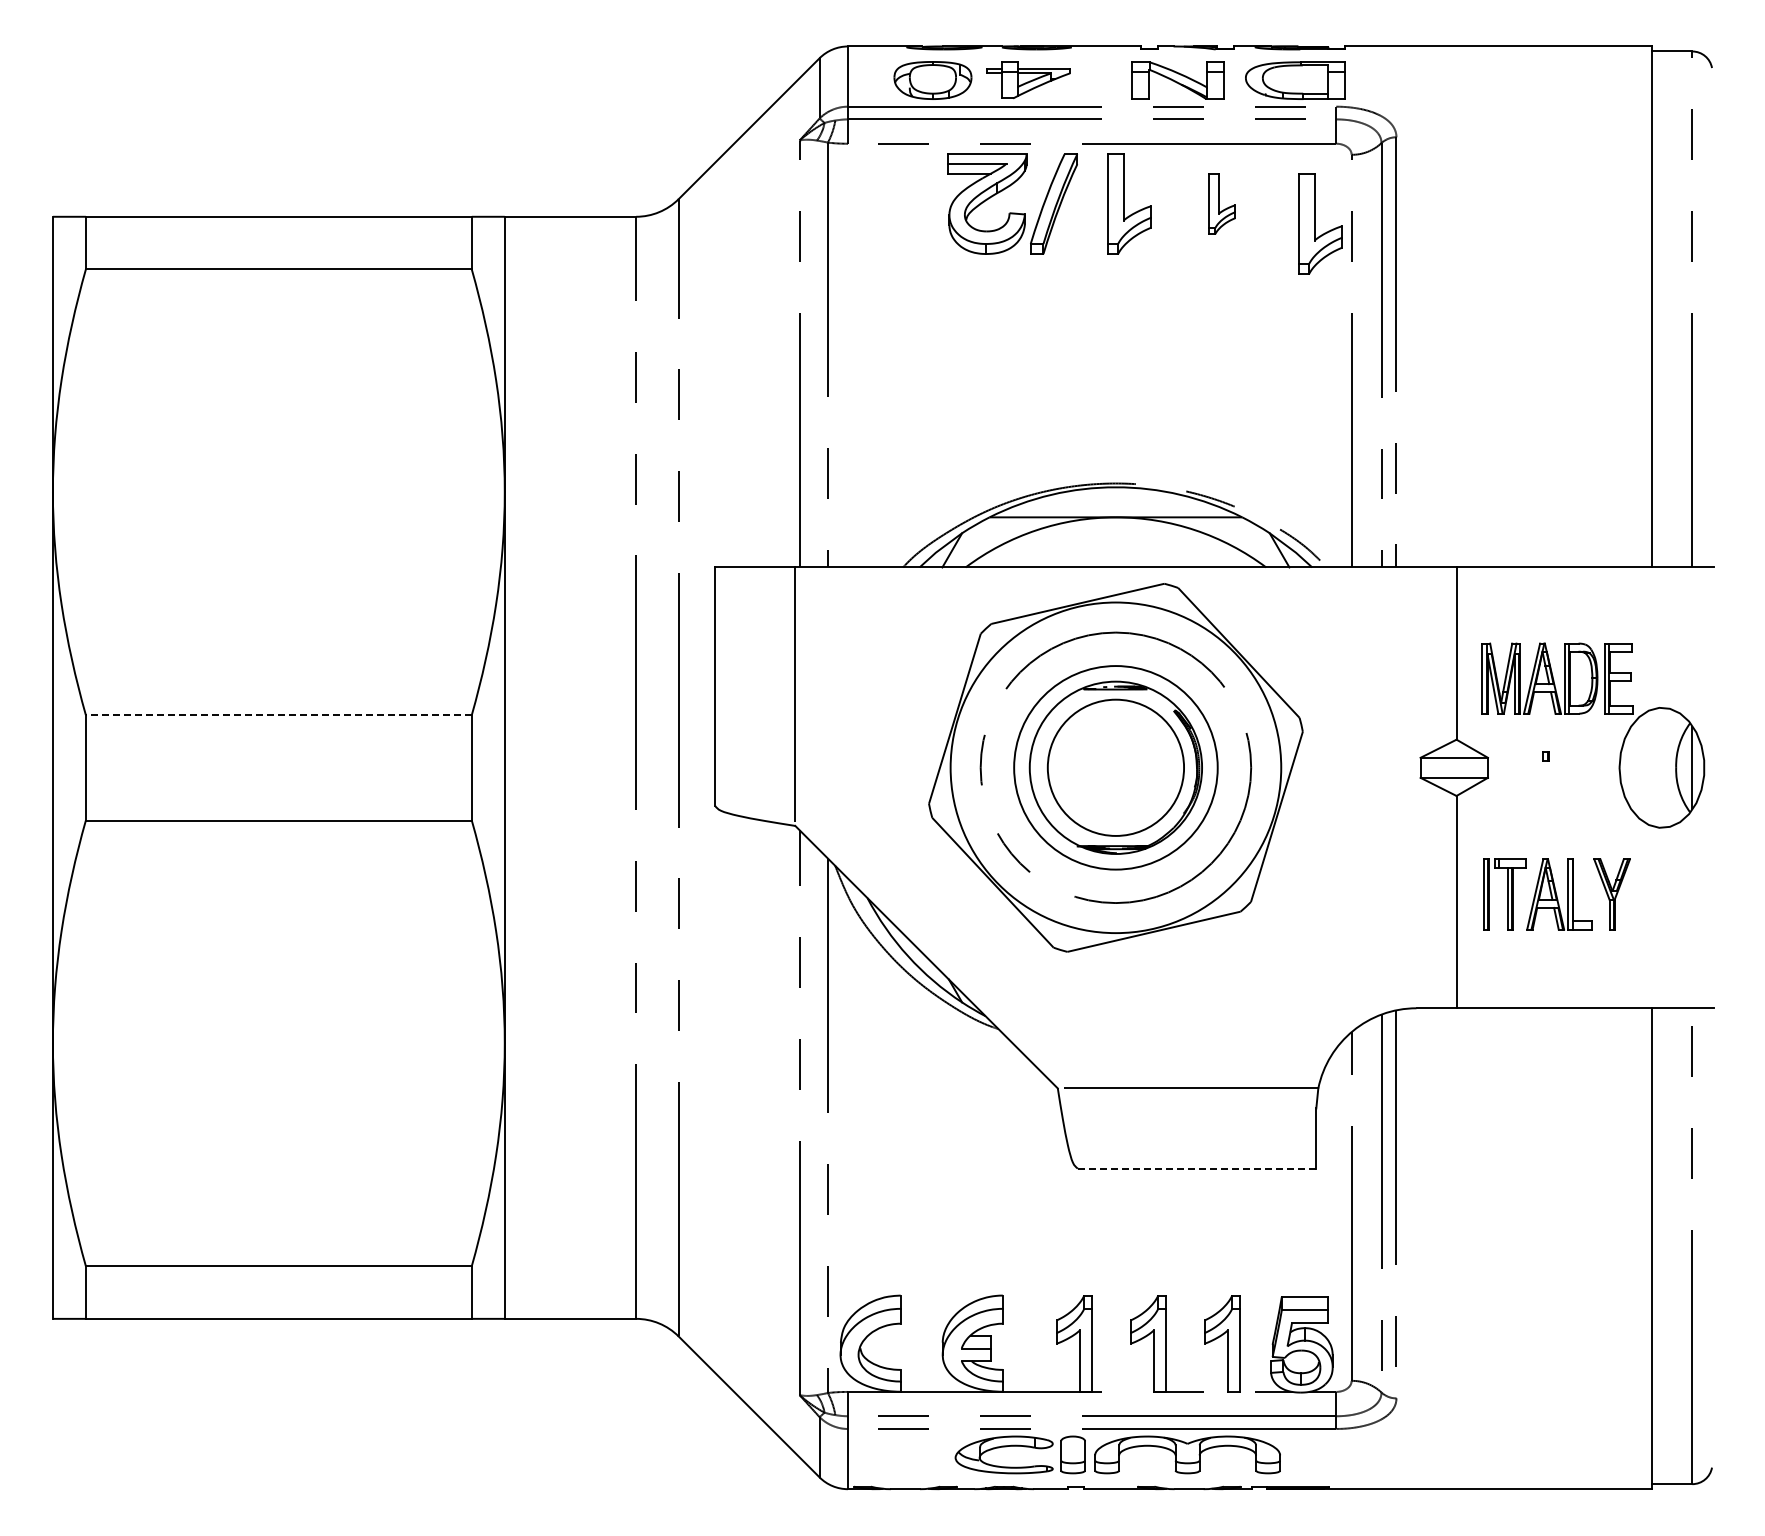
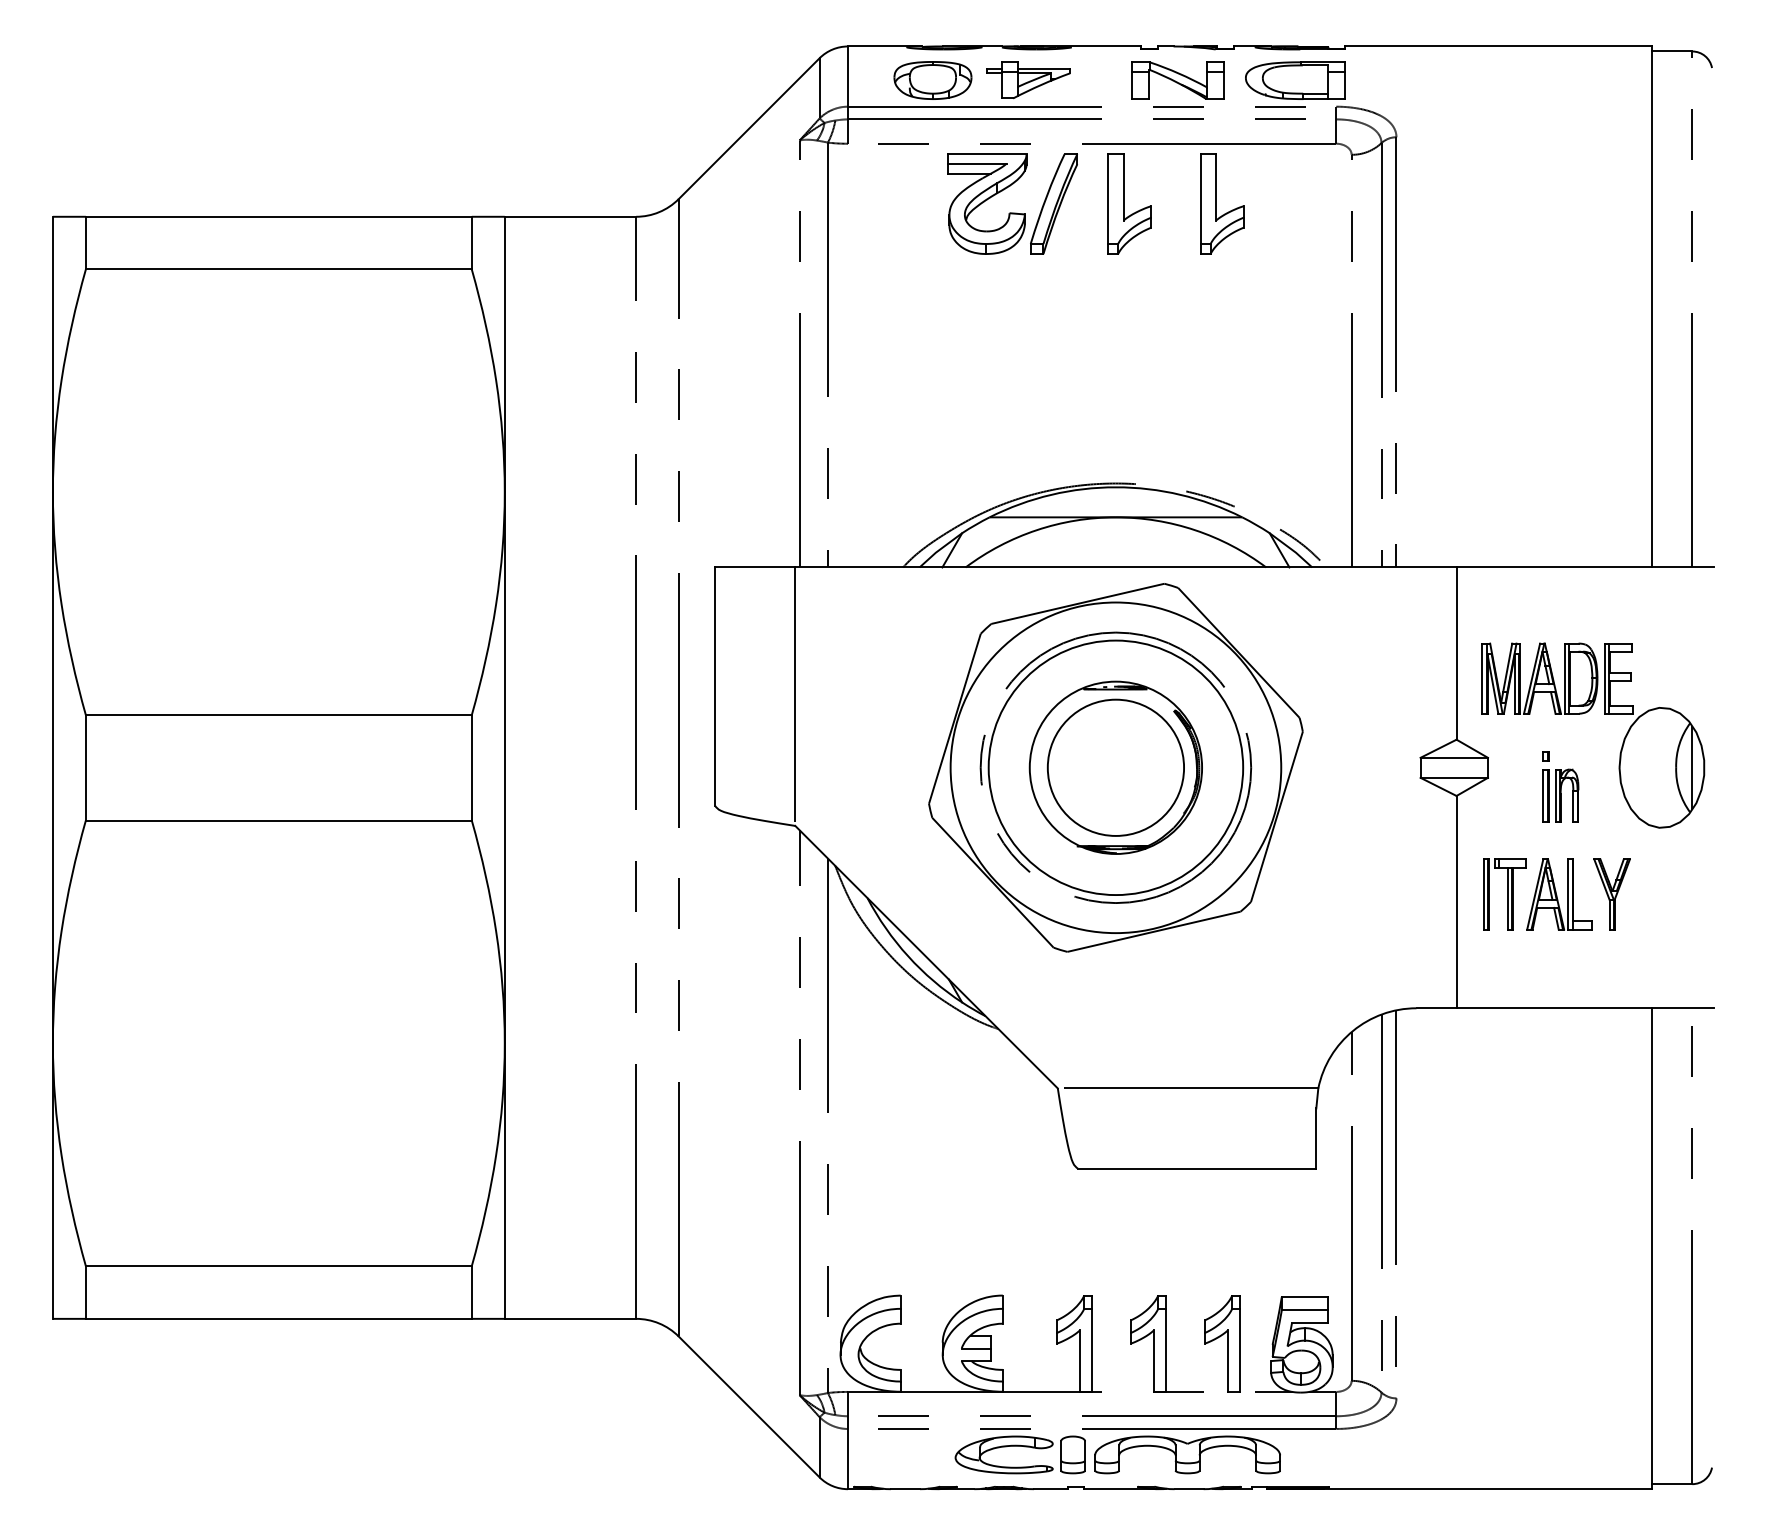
part at (1221, 203) size: 28x62 px -> 45x102 px
part at (1320, 223): present -> none
line at (278, 715): dashed -> solid
circle at (1115, 767) diameter: 204 px -> 254 px
part at (1560, 795): none -> present
line at (1196, 1168): dashed -> solid
